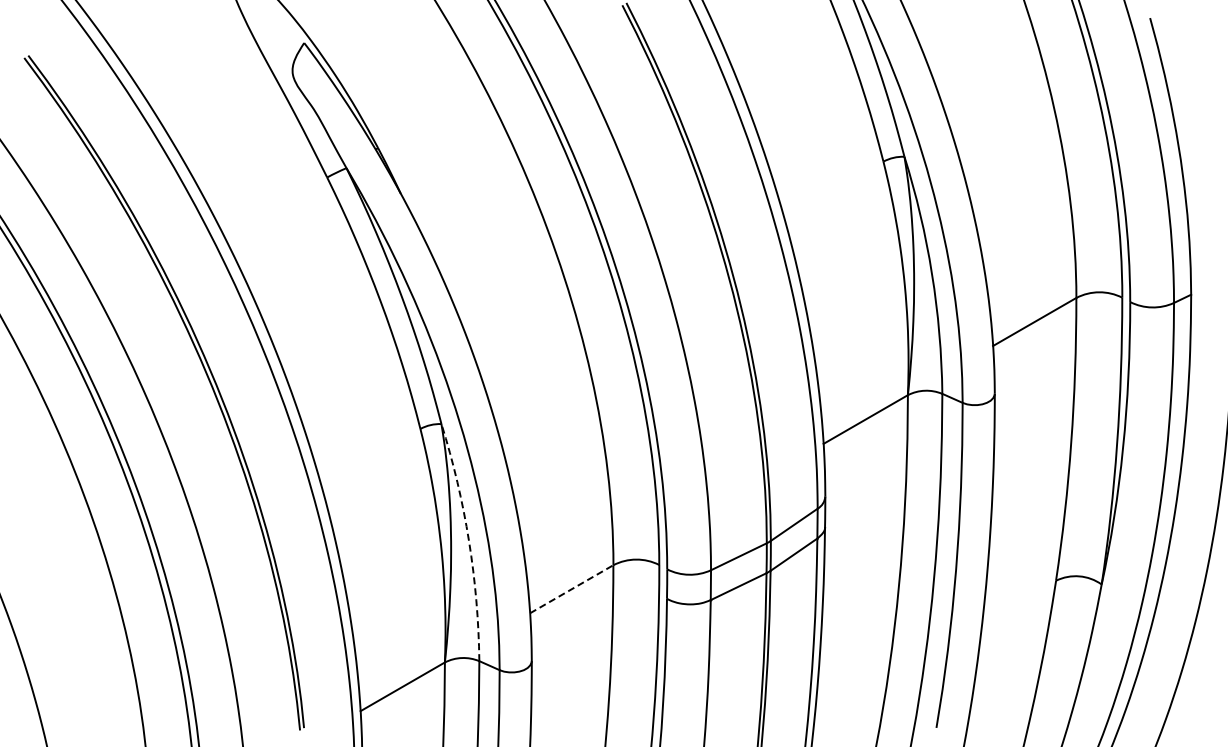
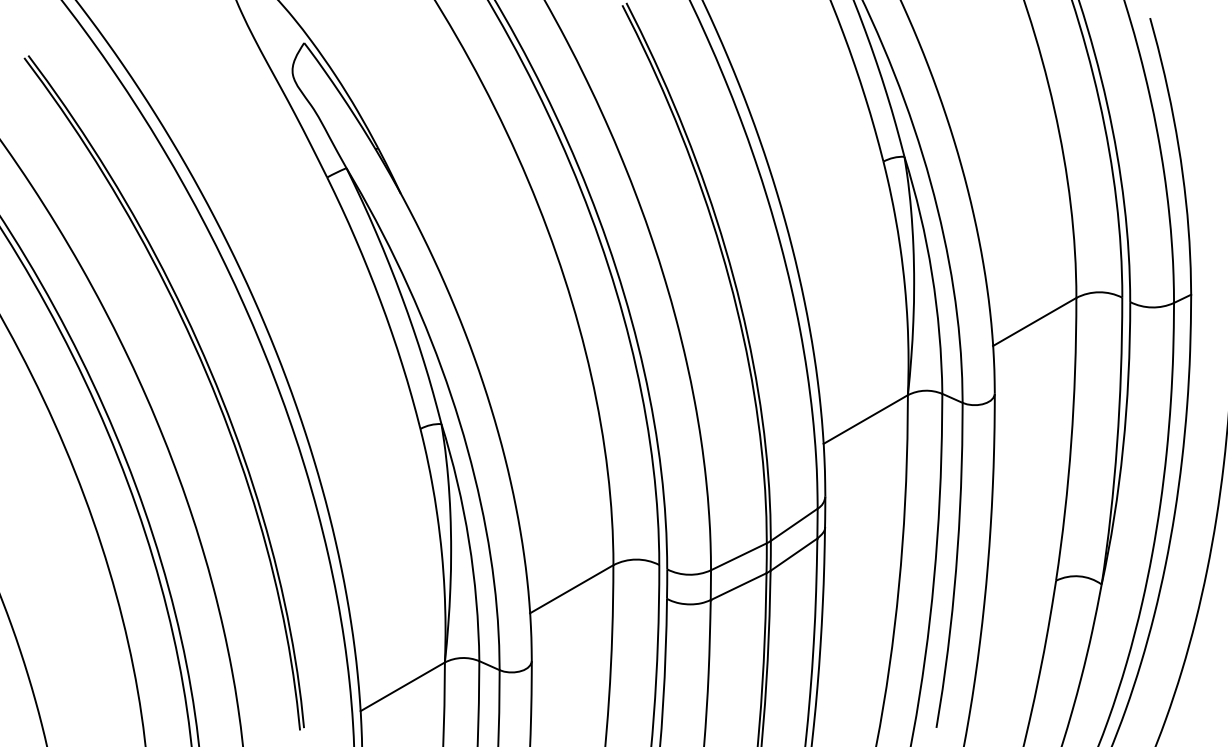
arc at (469, 541): dashed -> solid
line at (572, 589): dashed -> solid
